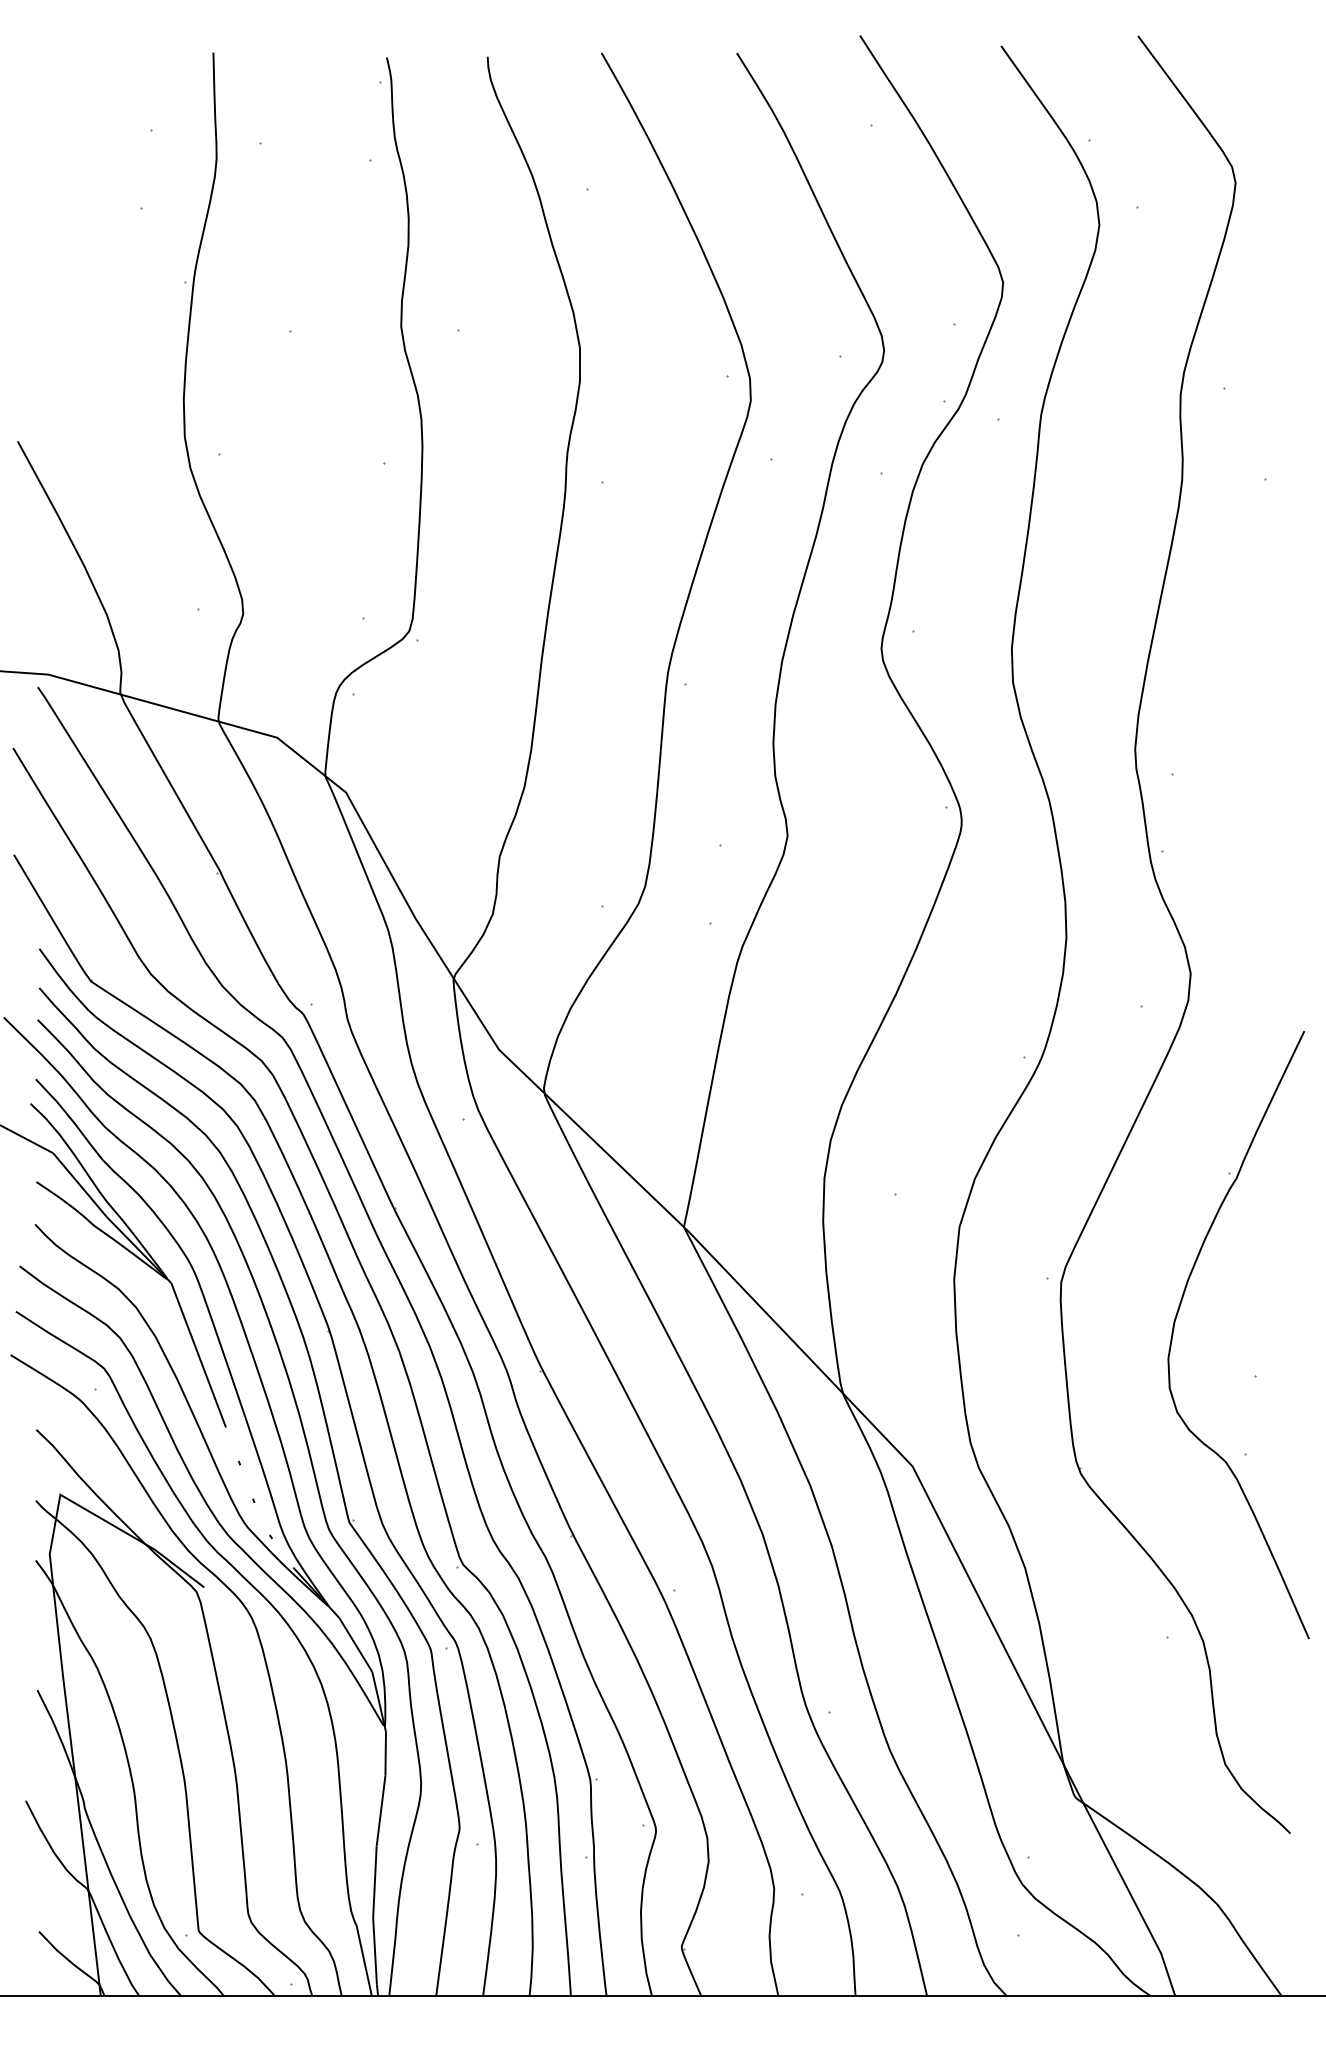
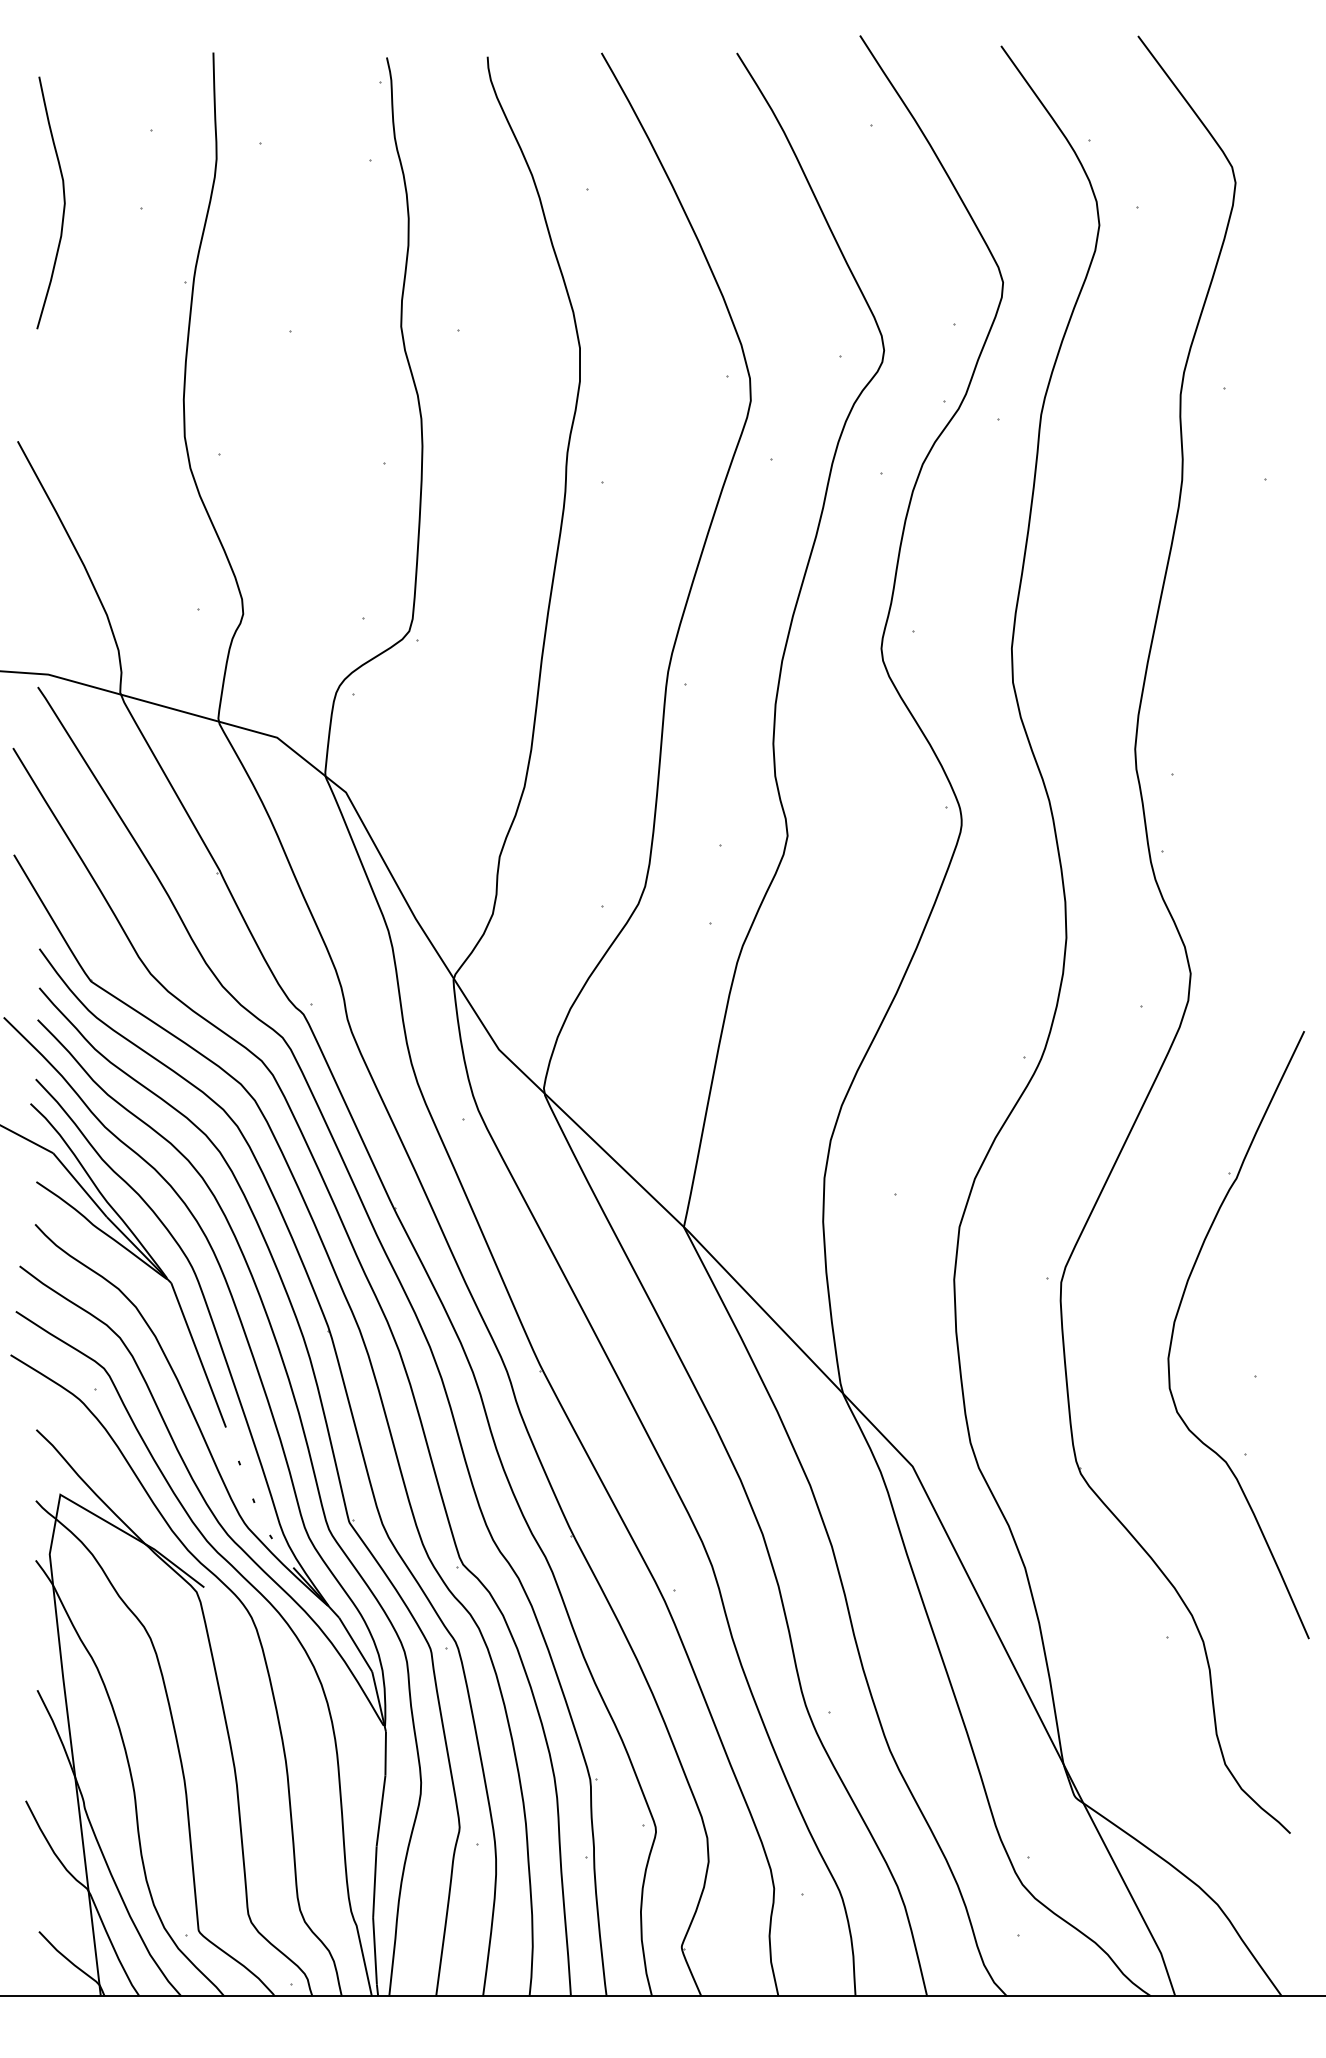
curve at (63, 202): none -> present
